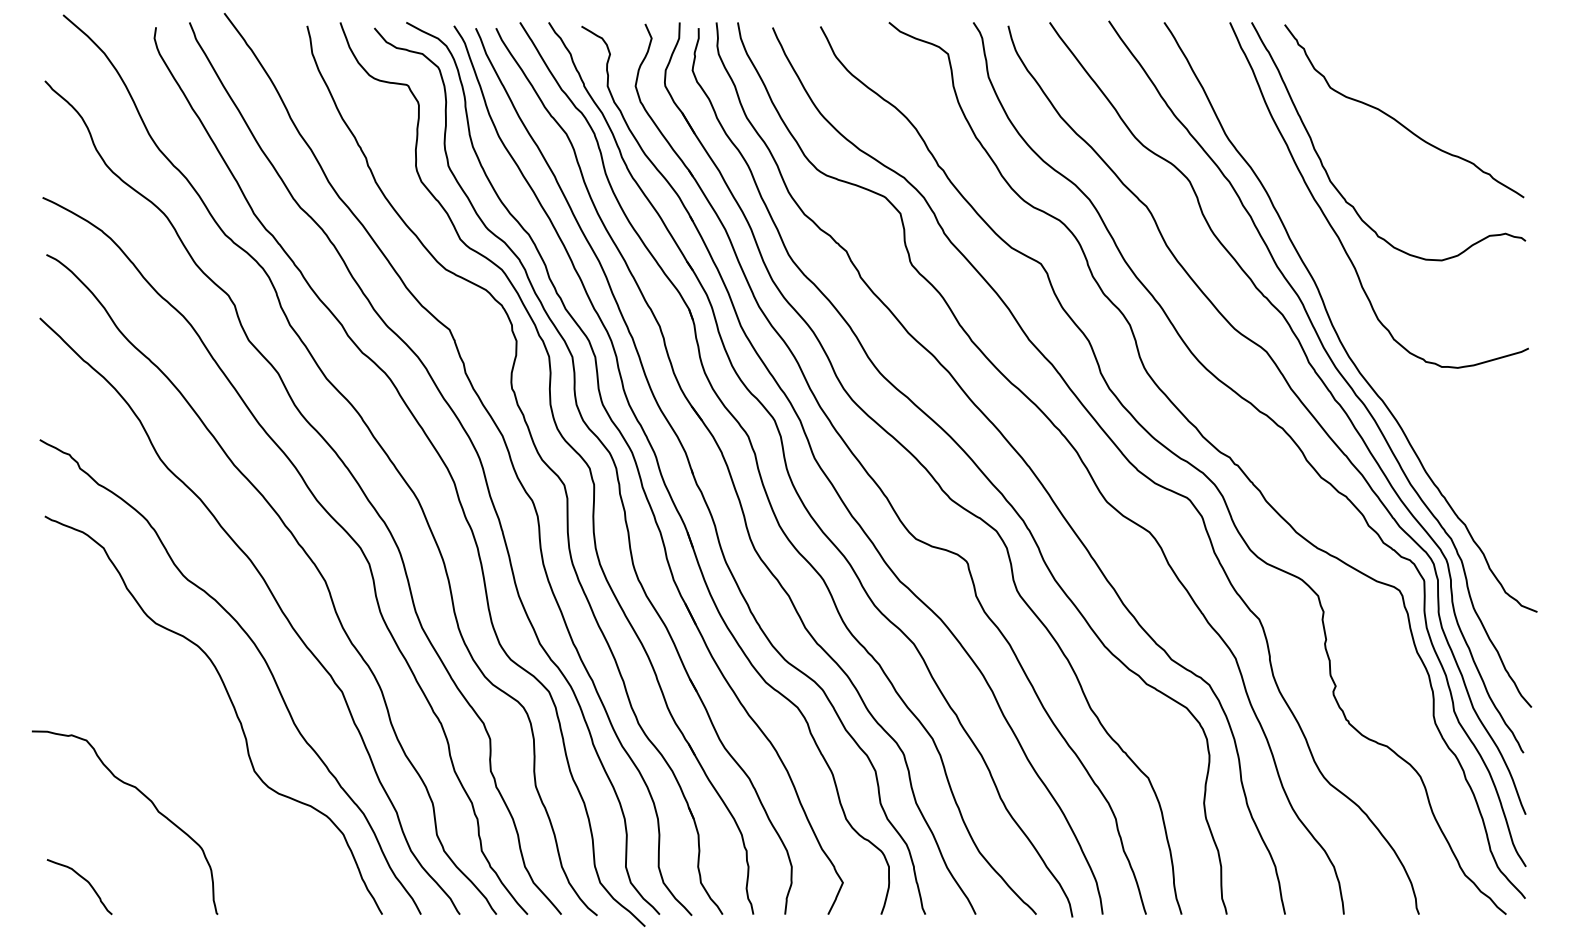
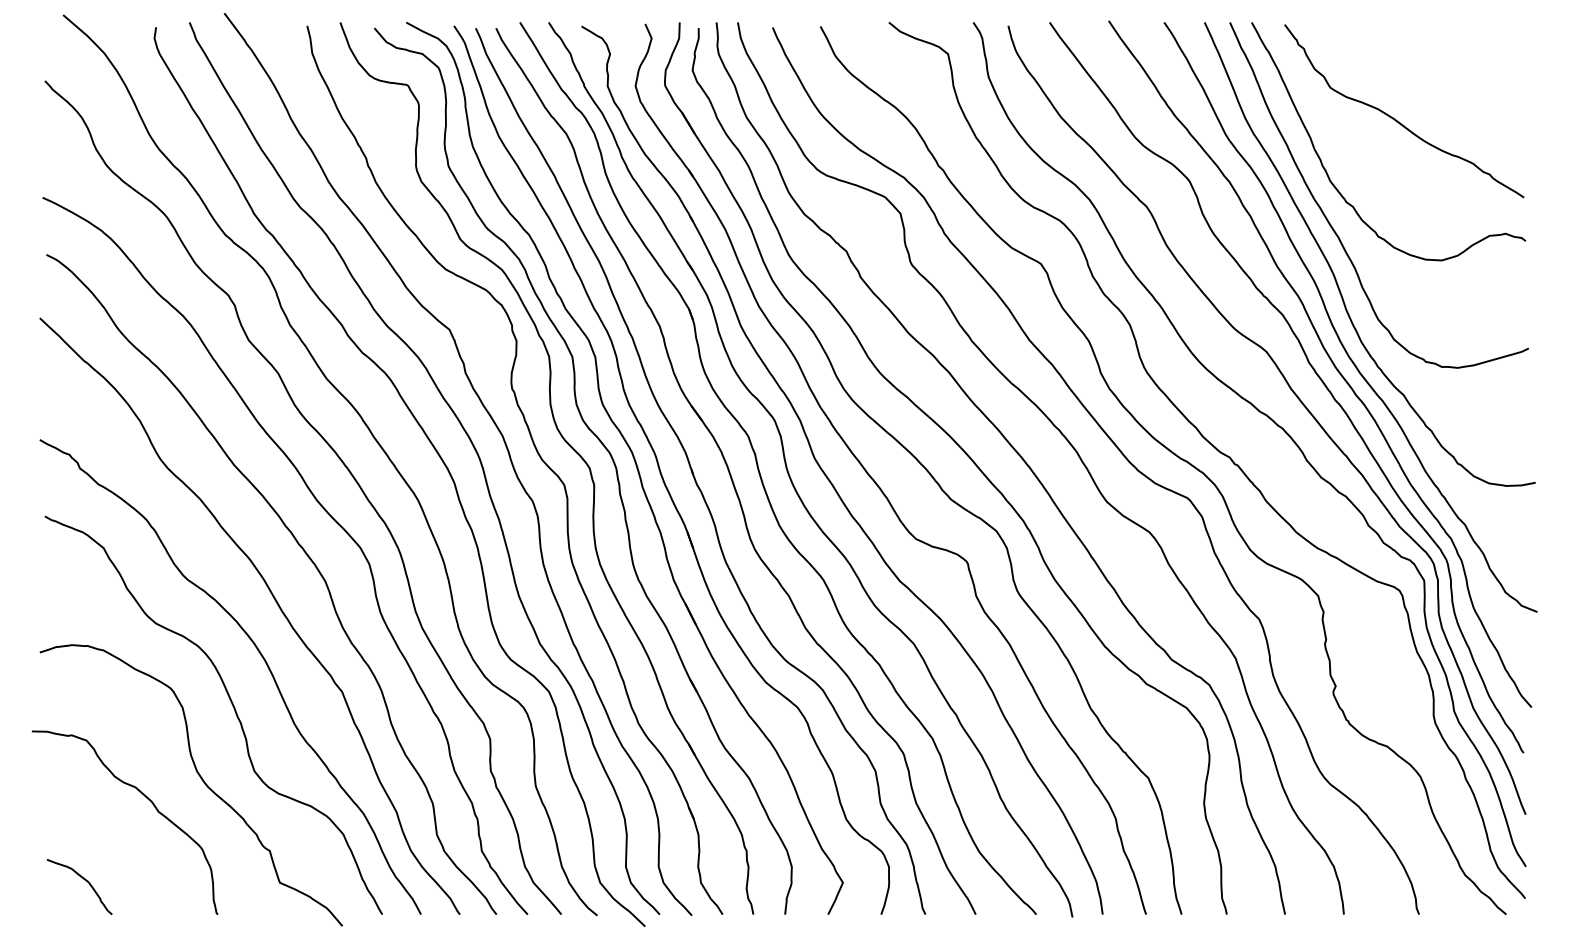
curve at (1333, 271): none -> present
curve at (201, 780): none -> present
